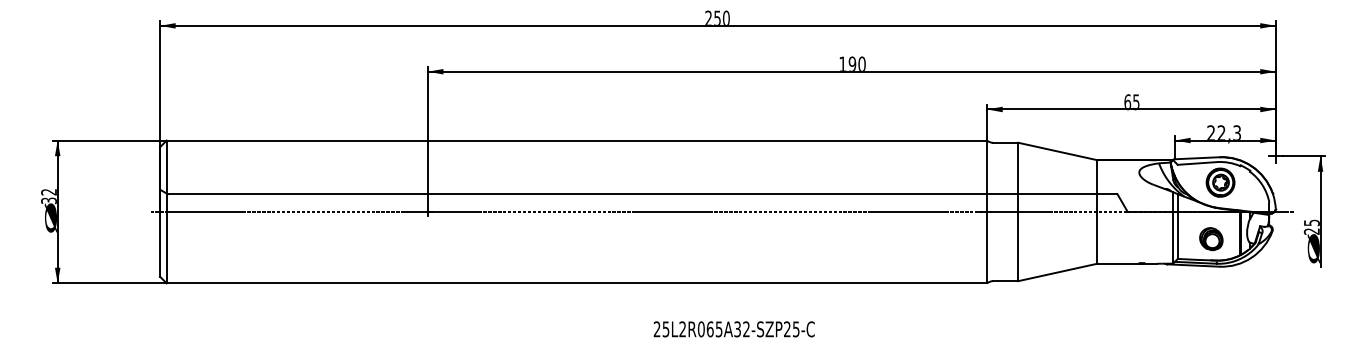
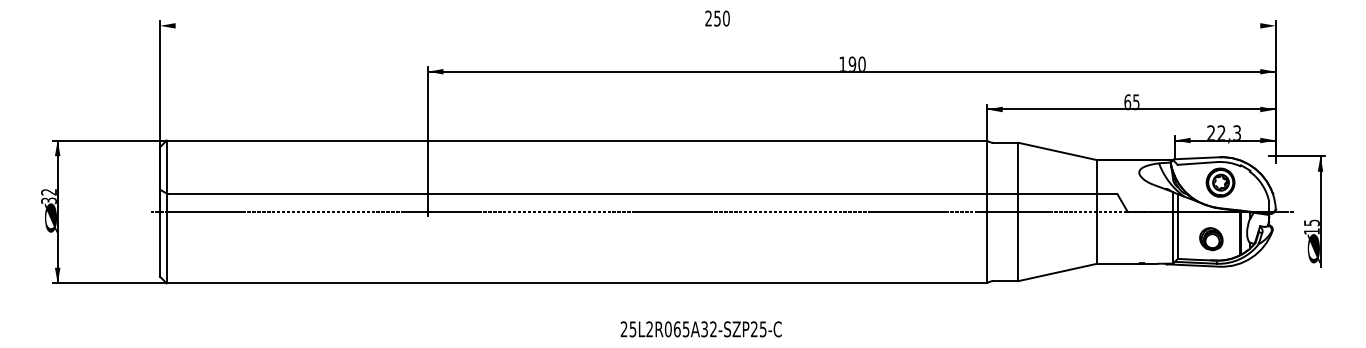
line at (717, 25): present -> none
text at (1311, 231): 25 -> 15
text at (733, 329) position: (733, 329) -> (700, 329)
